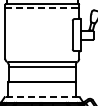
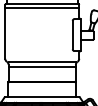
line at (42, 8): dashed -> solid
line at (42, 96): dashed -> solid
